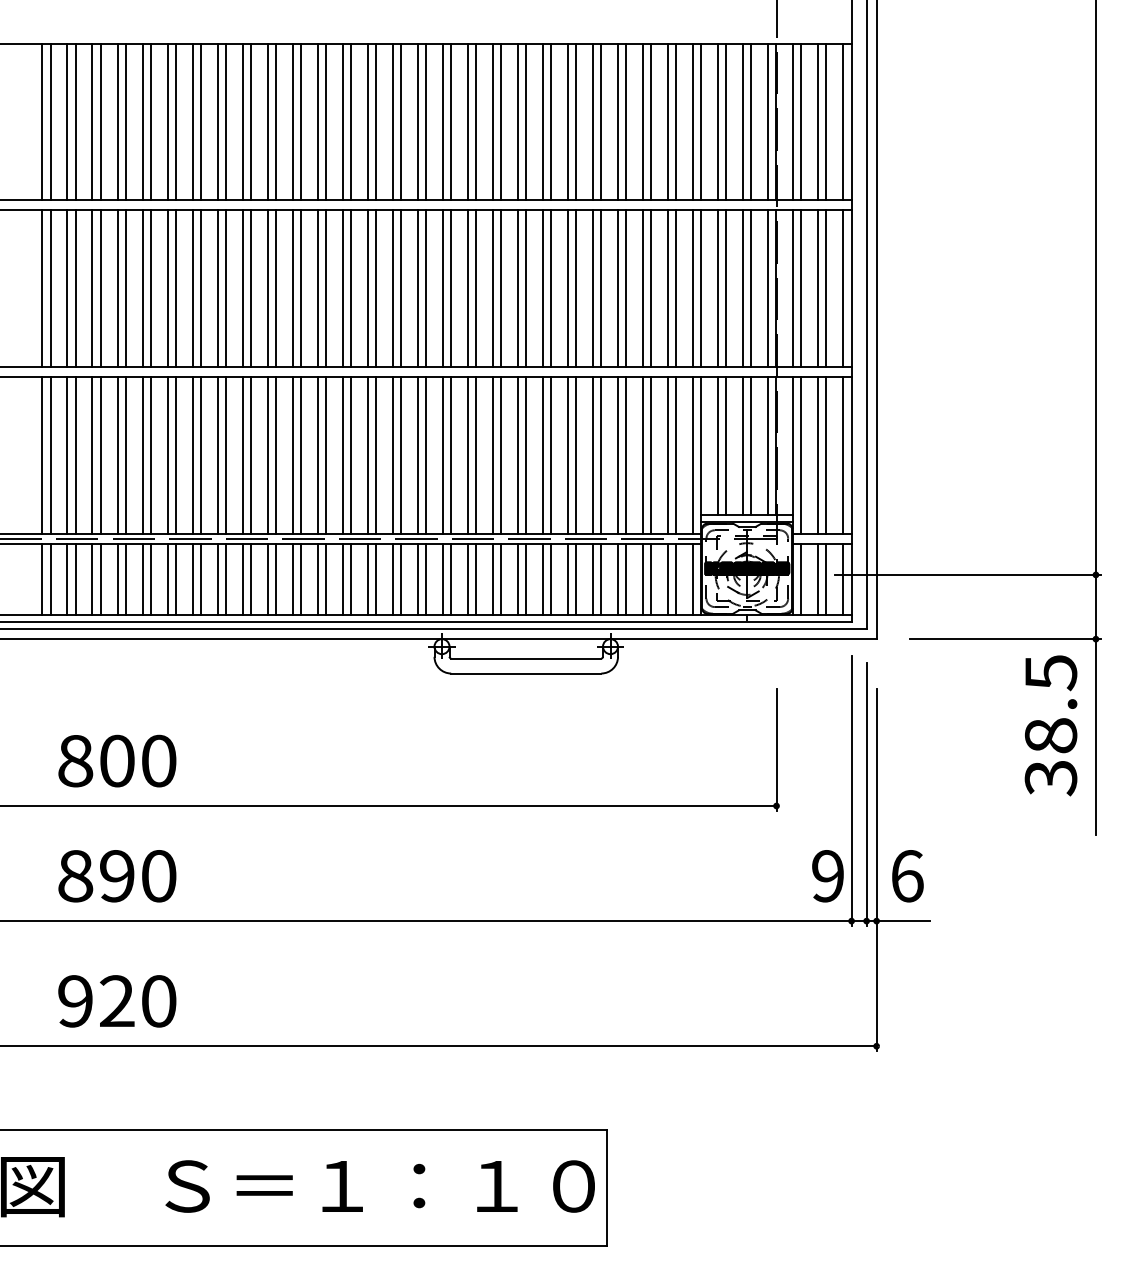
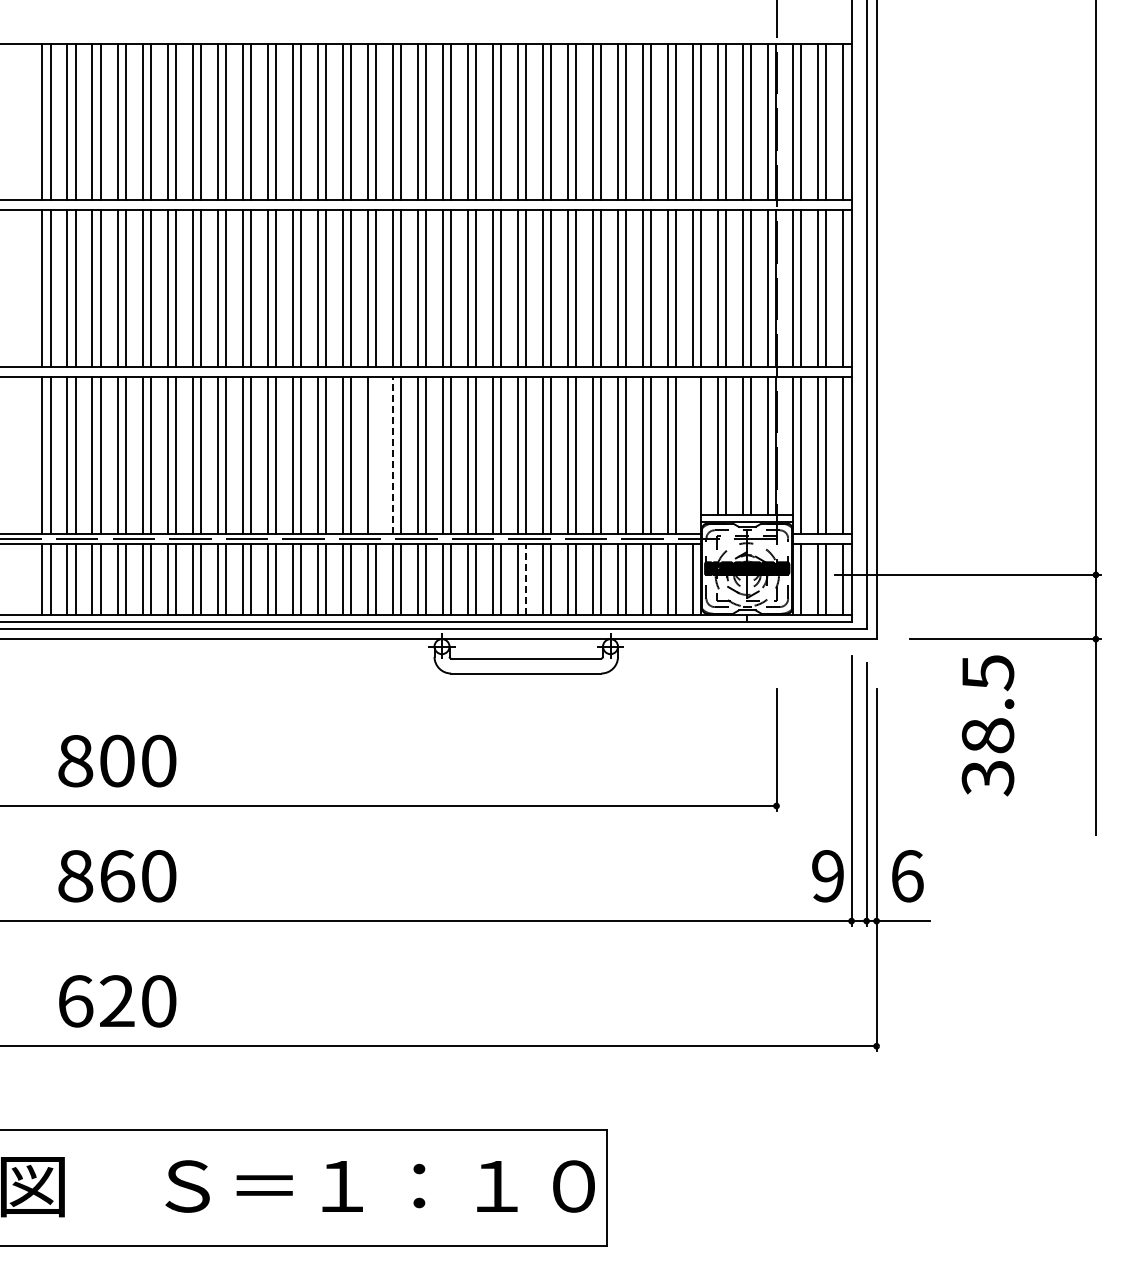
line at (376, 455): present -> none
line at (392, 455): solid -> dashed
line at (693, 455): present -> none
line at (526, 579): solid -> dashed
text at (1050, 725) position: (1050, 725) -> (987, 725)
text at (117, 876): 890 -> 860
text at (75, 1001): 920 -> 620
